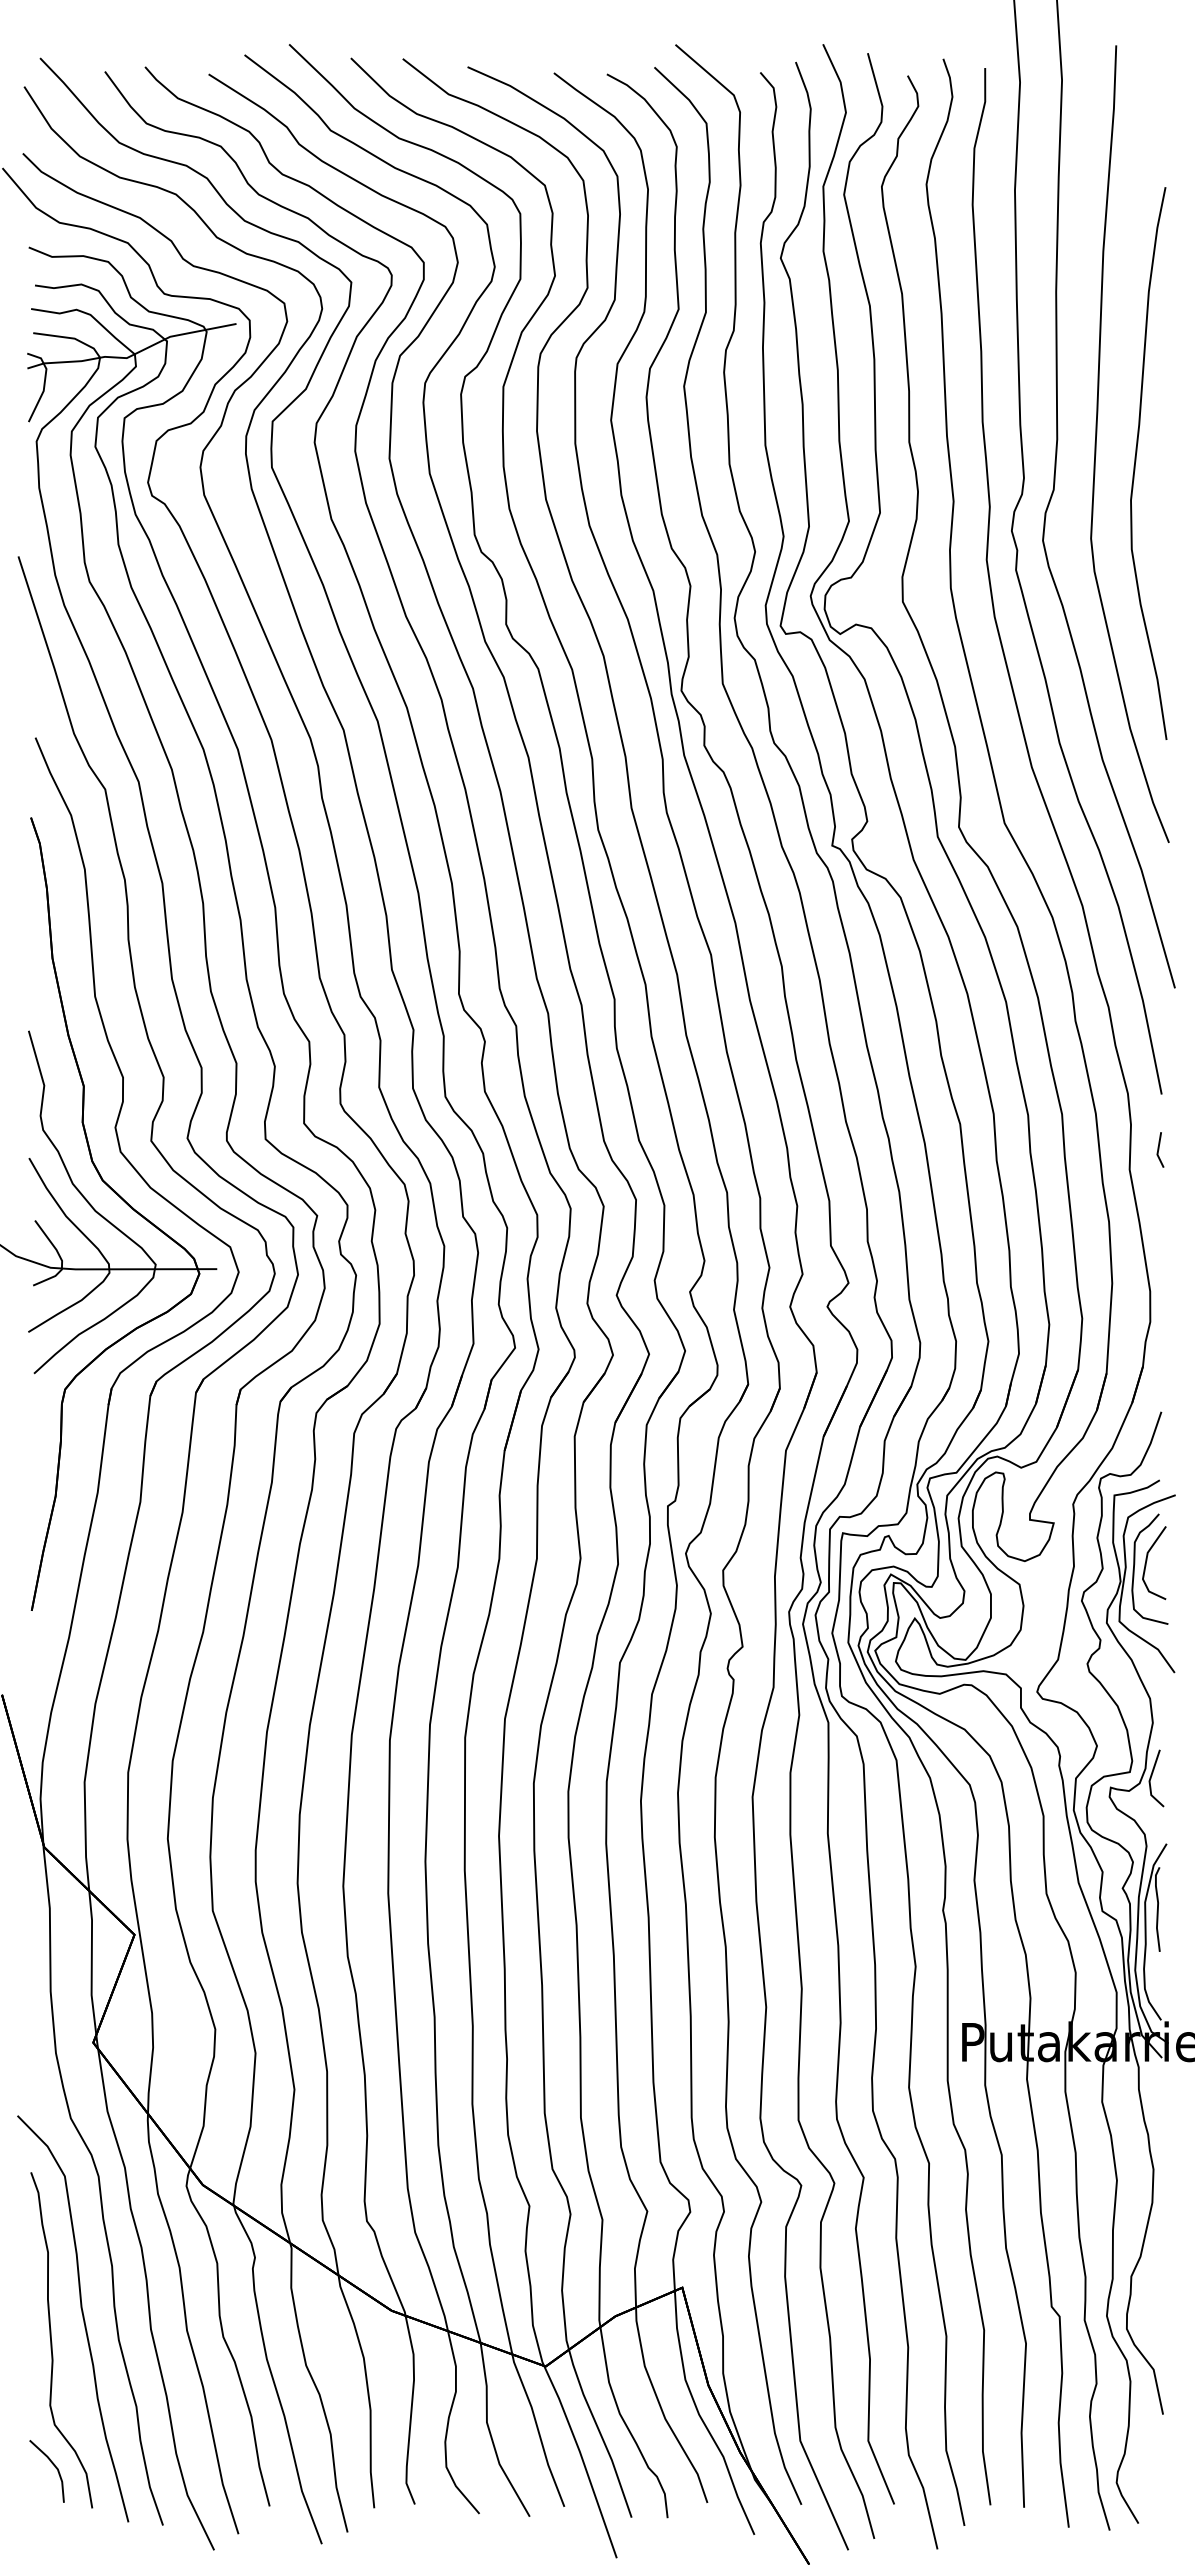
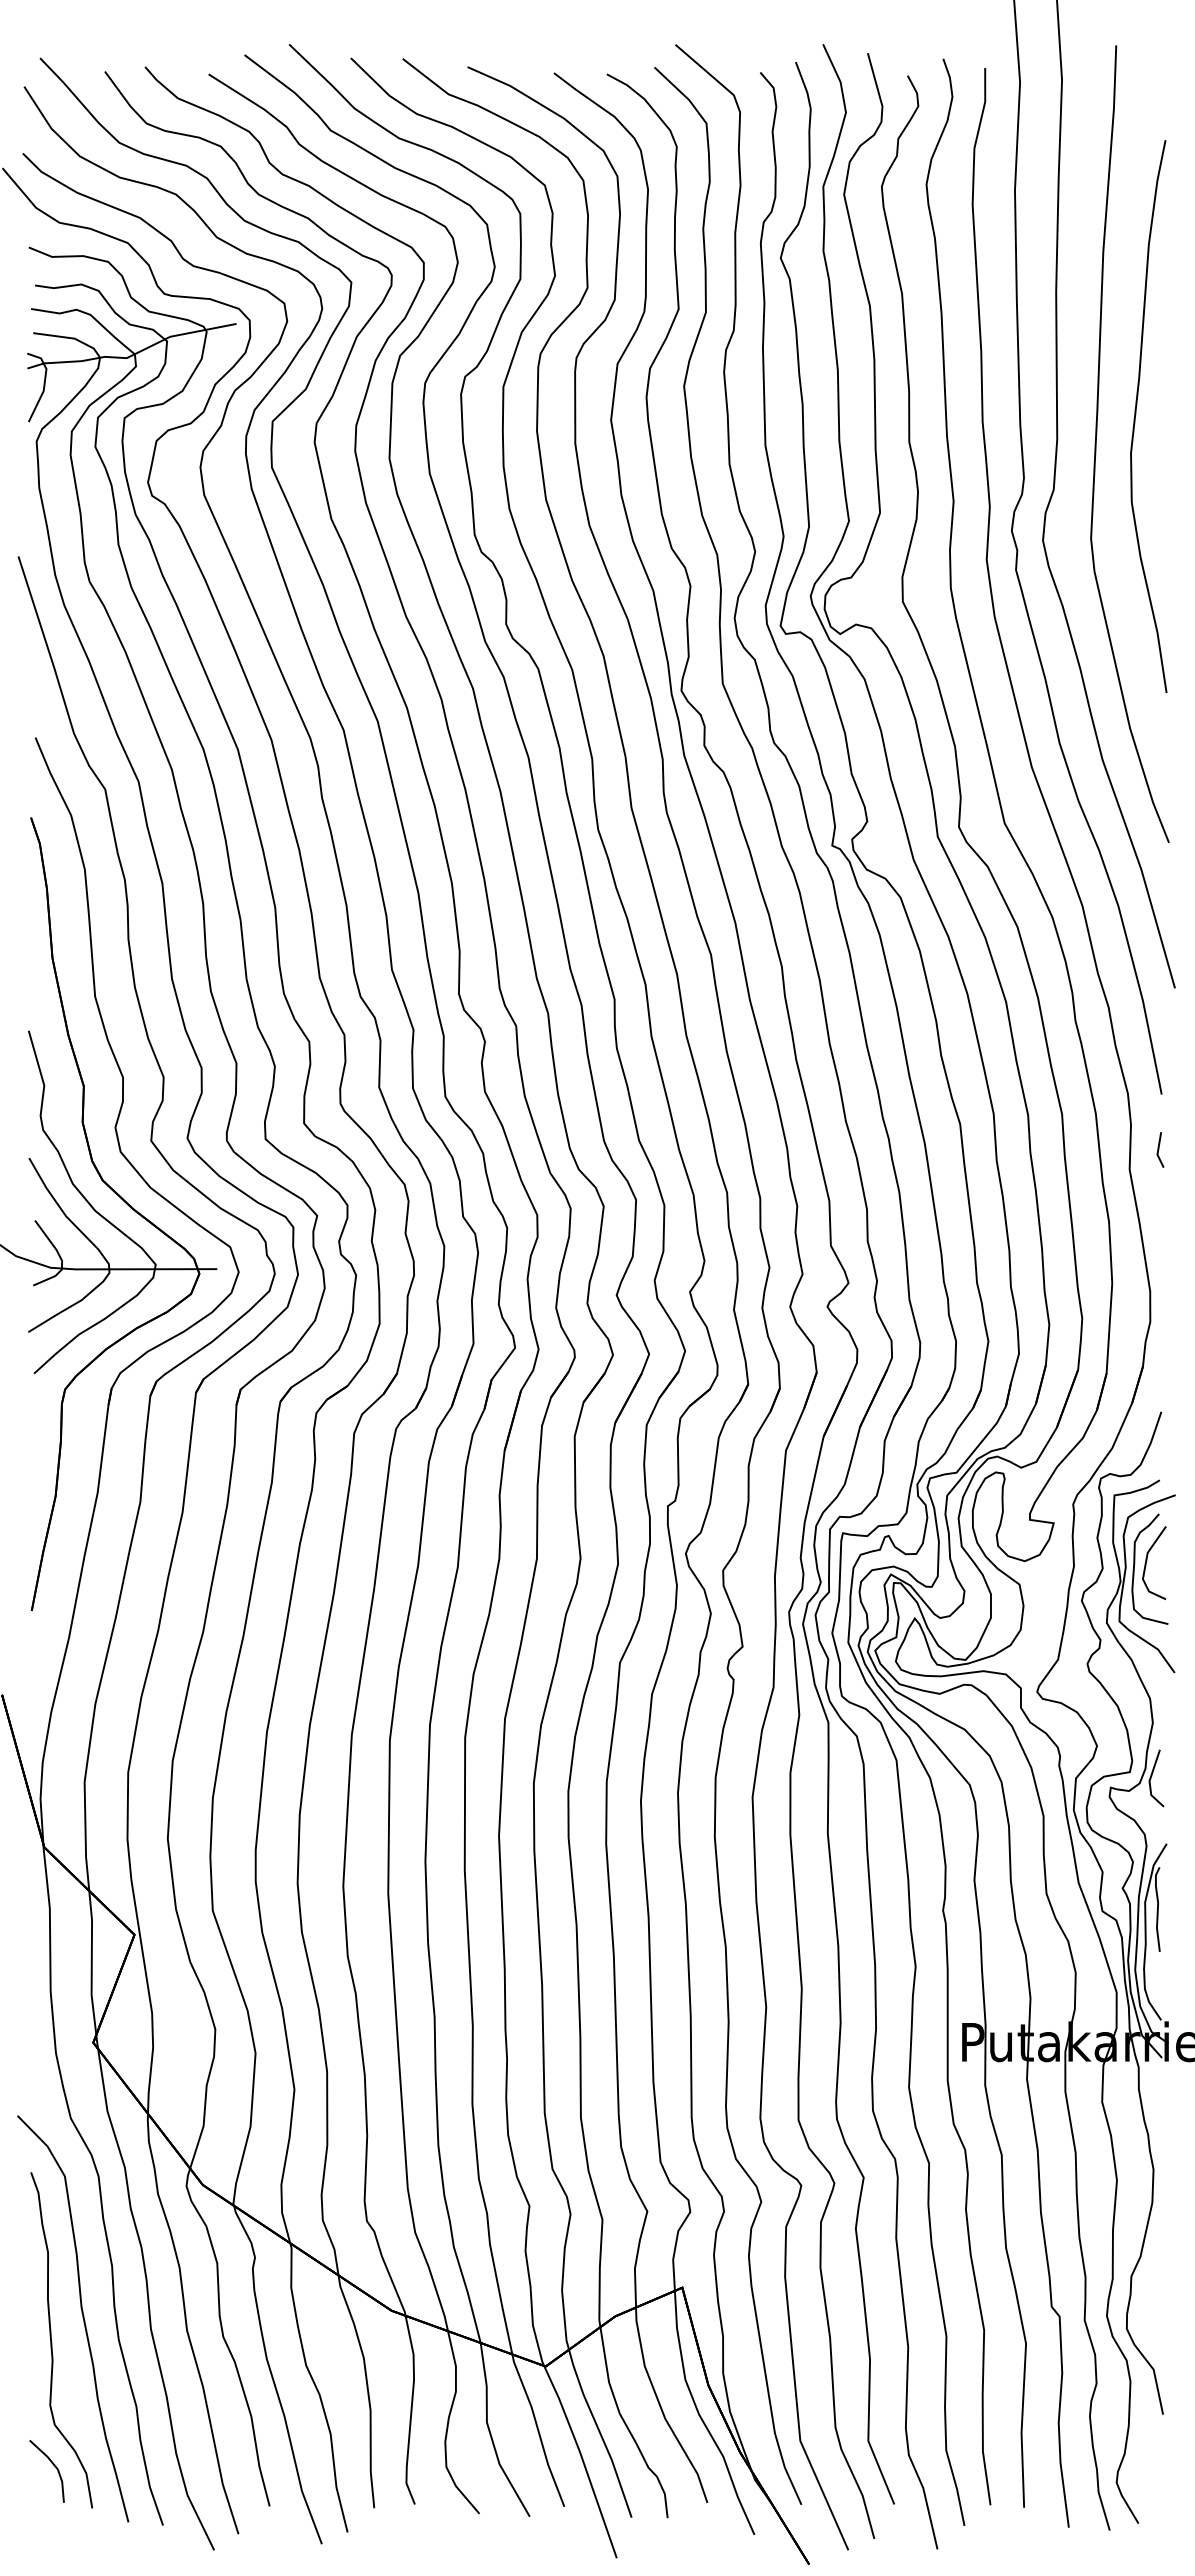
part at (1136, 461) position: (1136, 461) -> (1136, 414)
